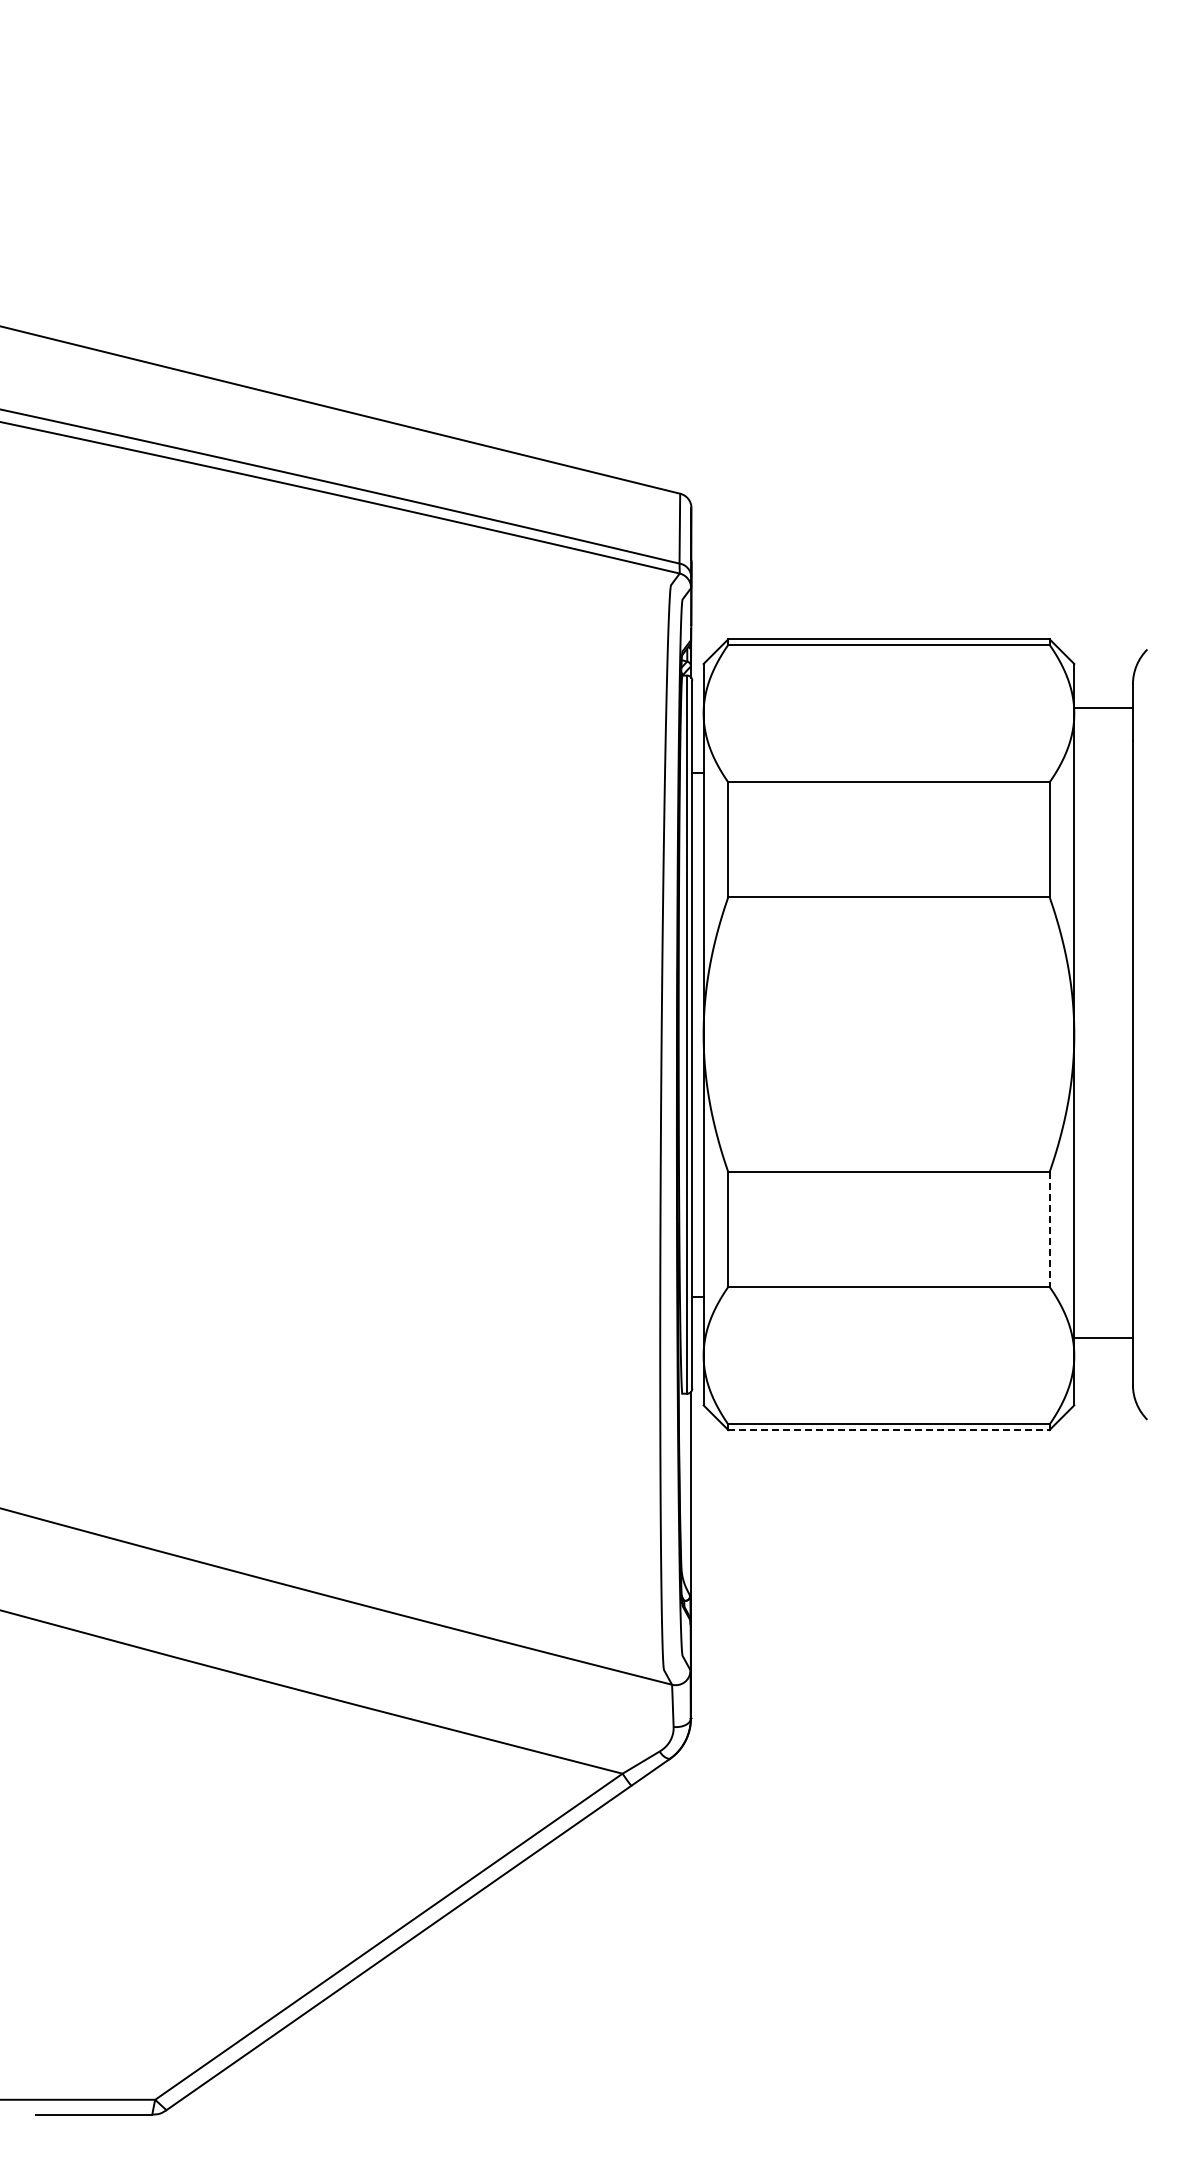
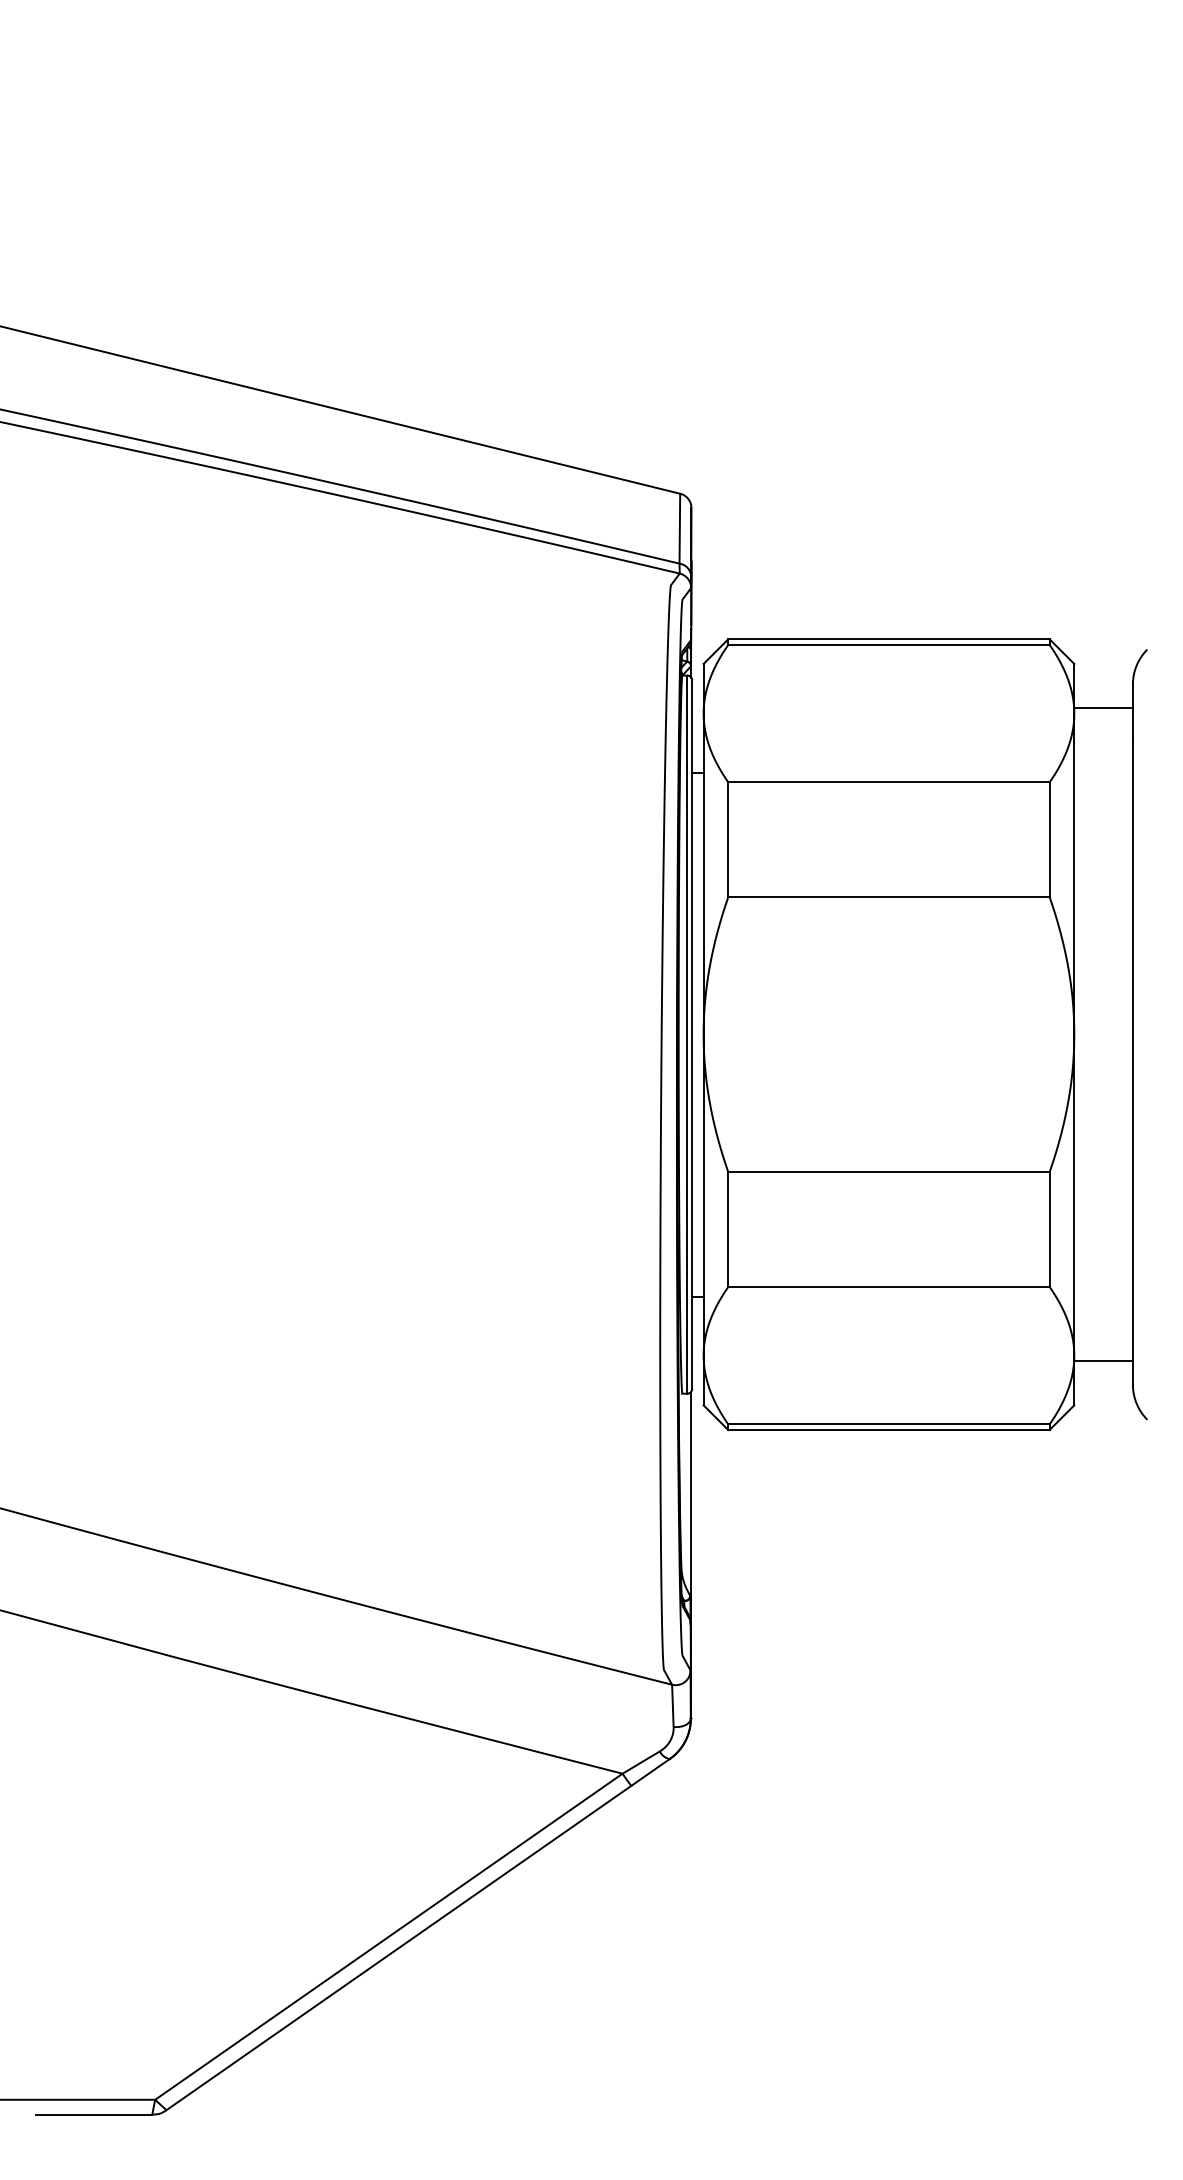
line at (1049, 1230): dashed -> solid
line at (1103, 1338) position: (1103, 1338) -> (1103, 1361)
line at (888, 1430): dashed -> solid
